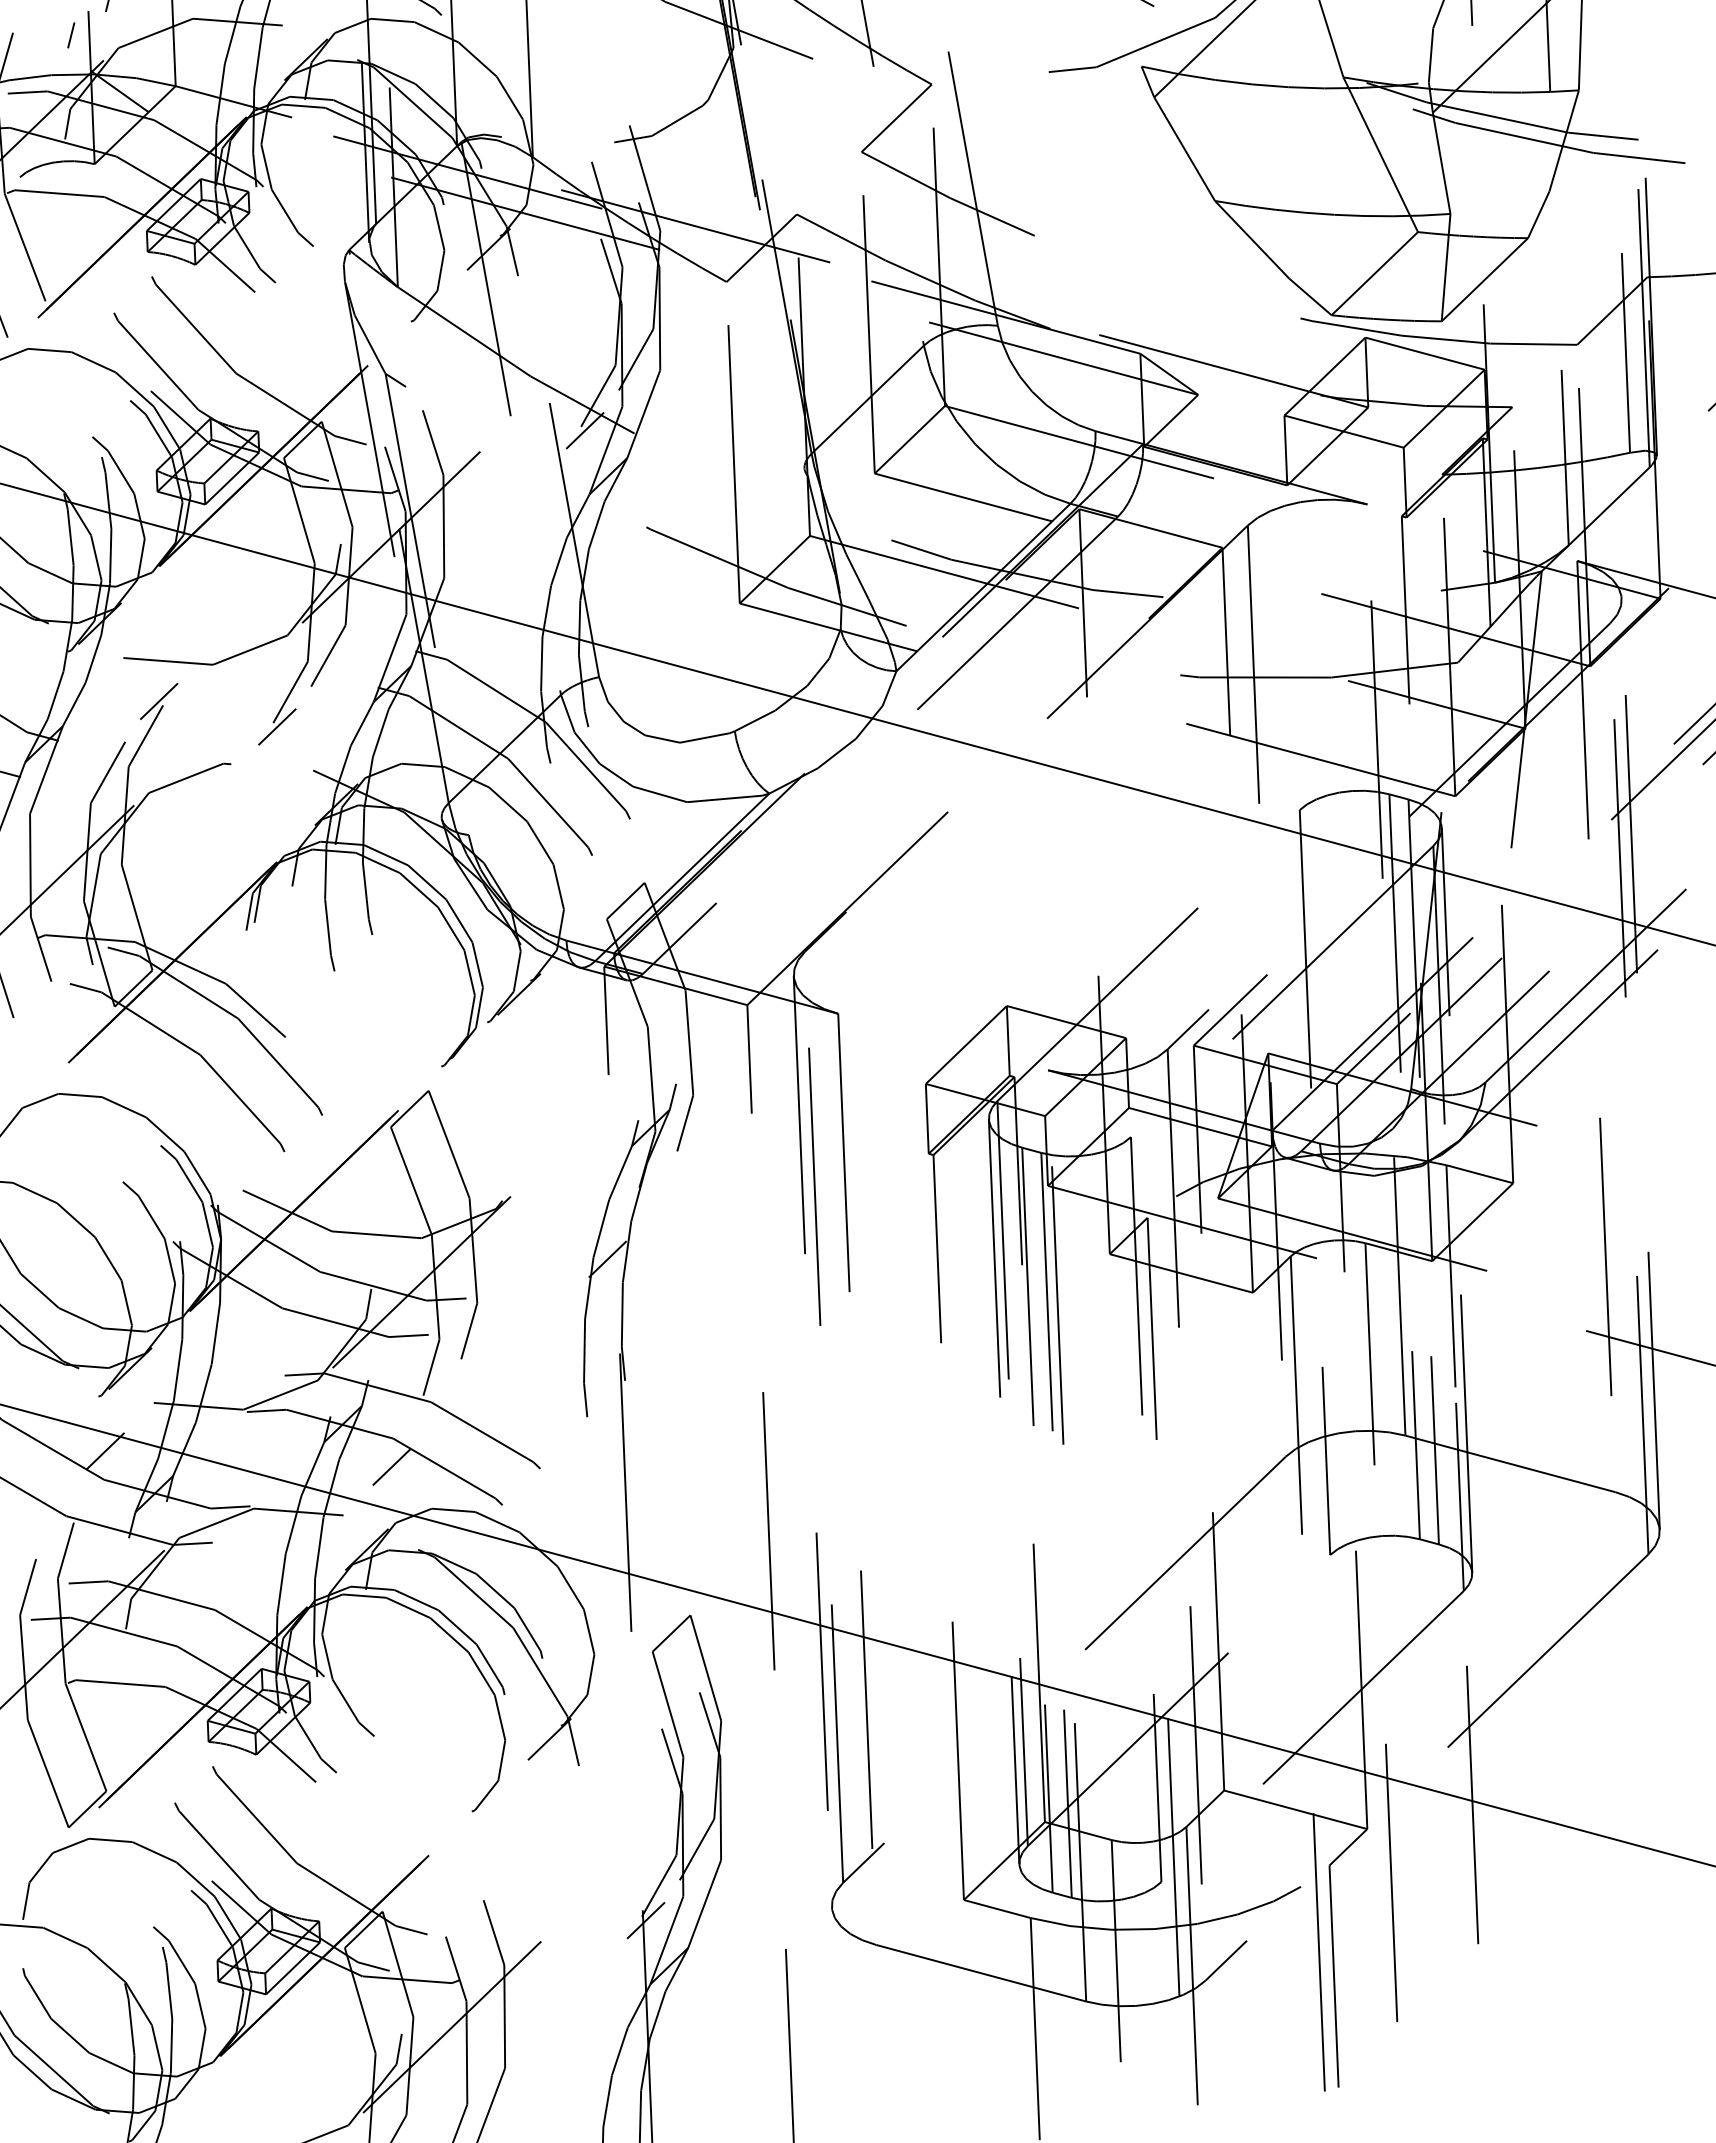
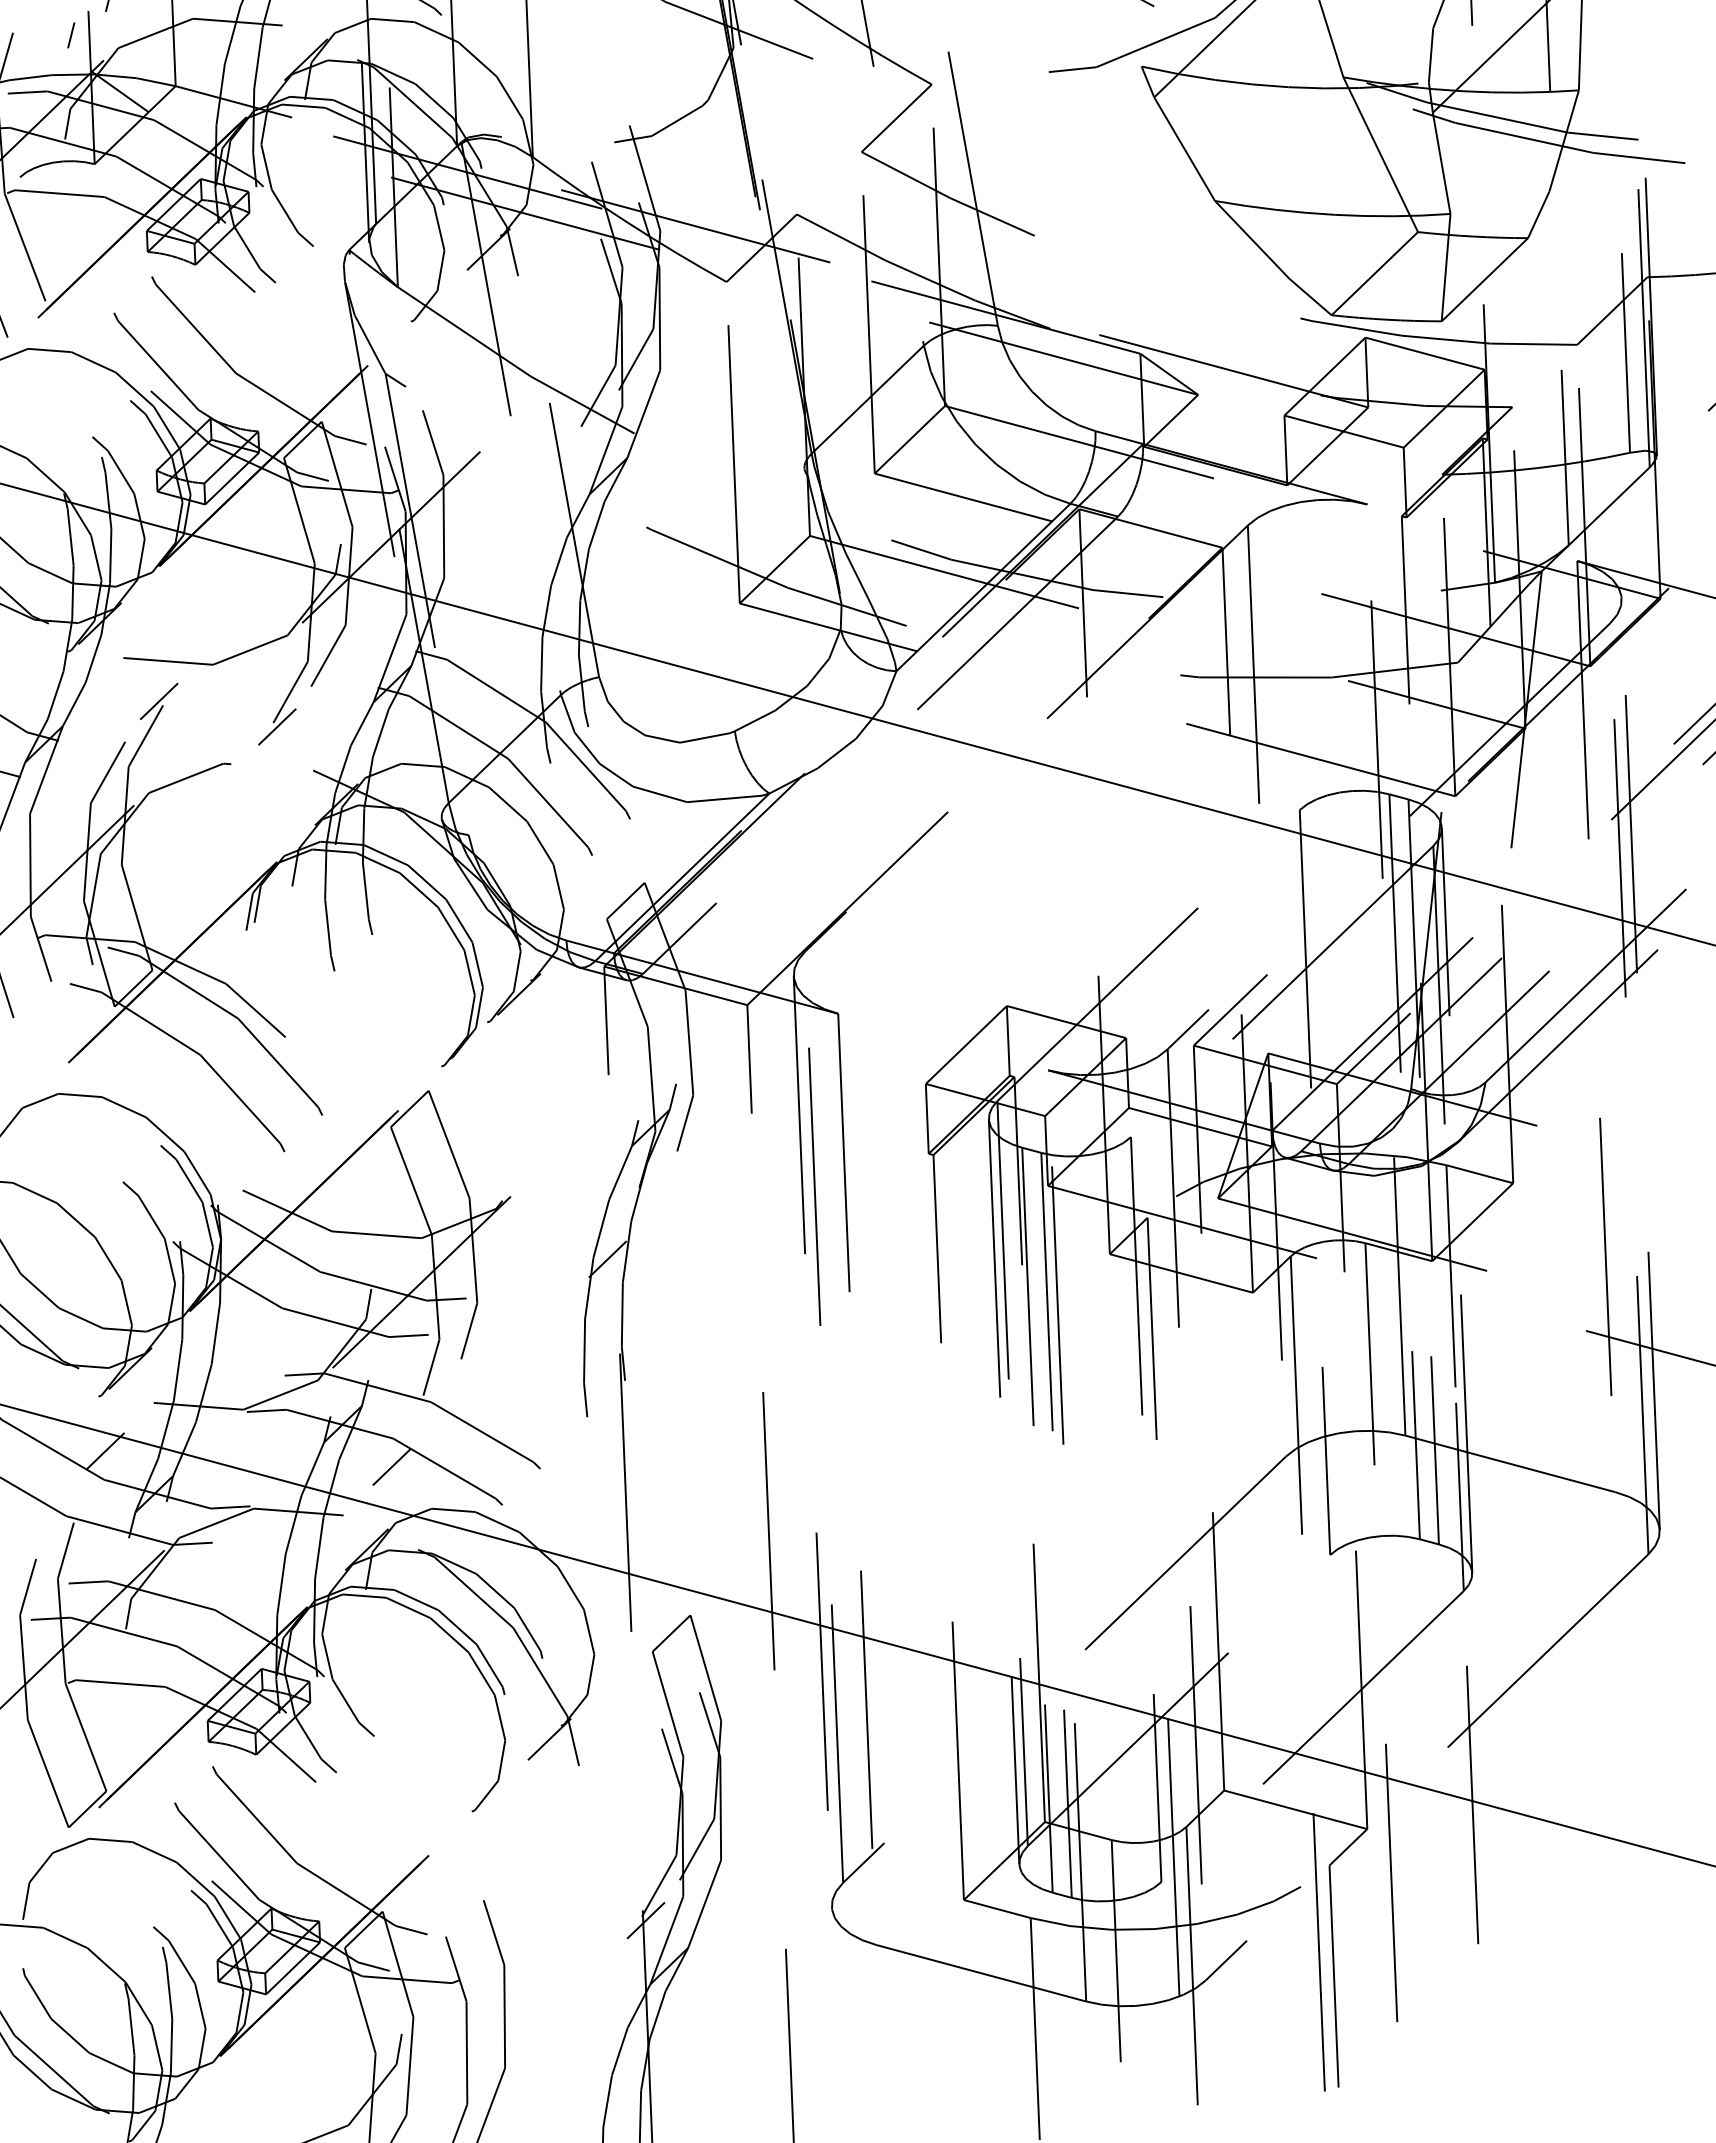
line at (585, 430): present -> none
line at (452, 2027): present -> none
